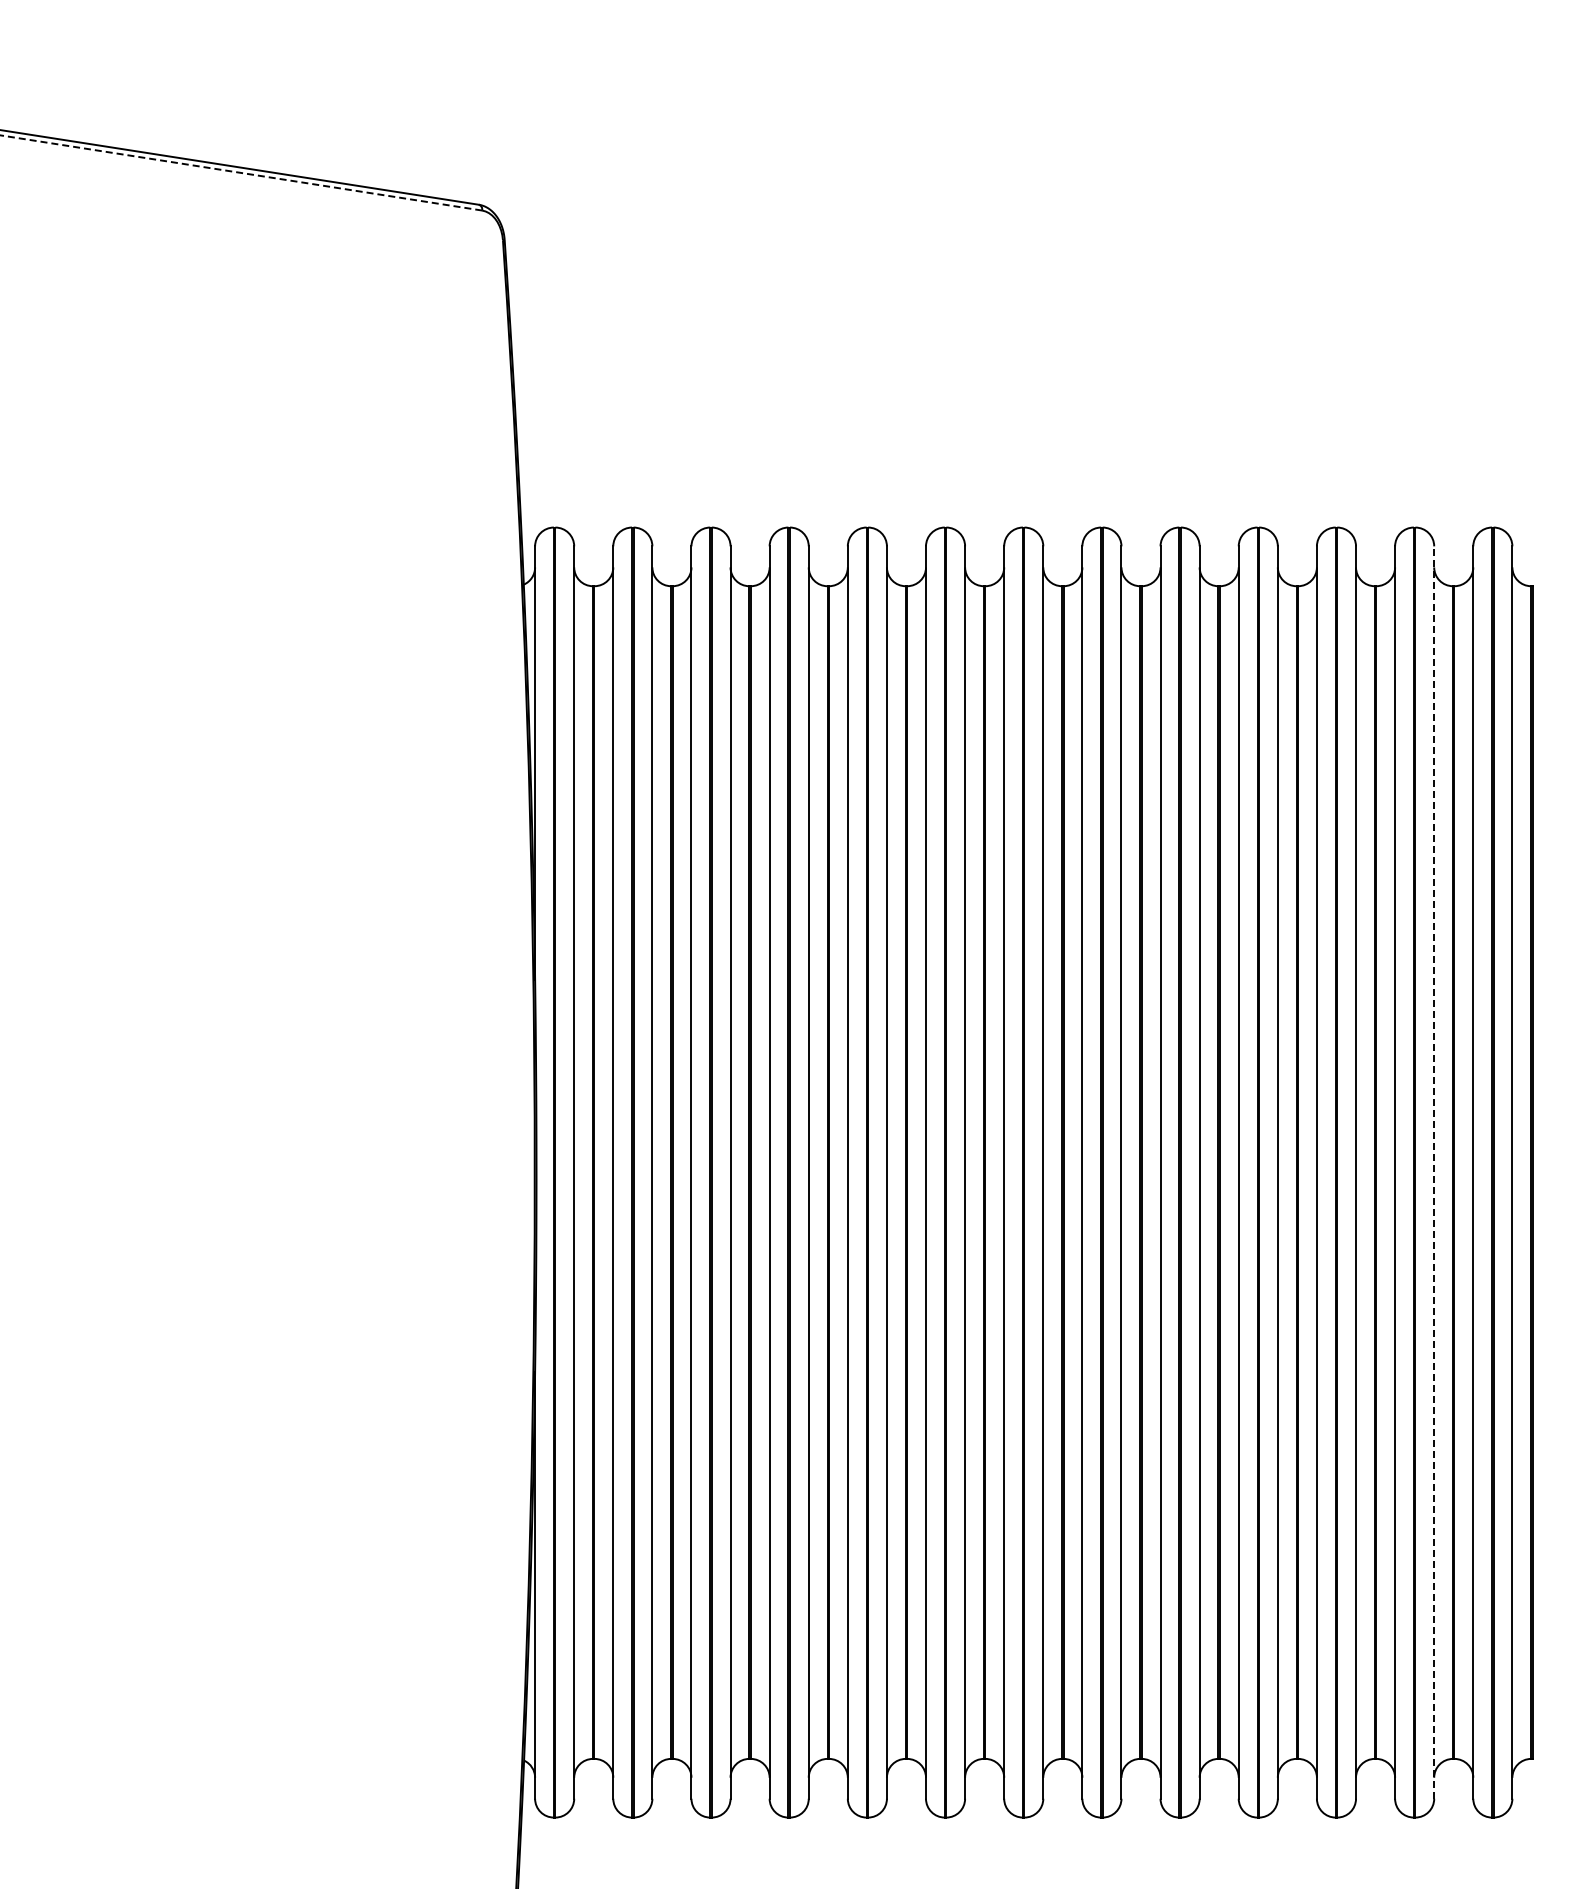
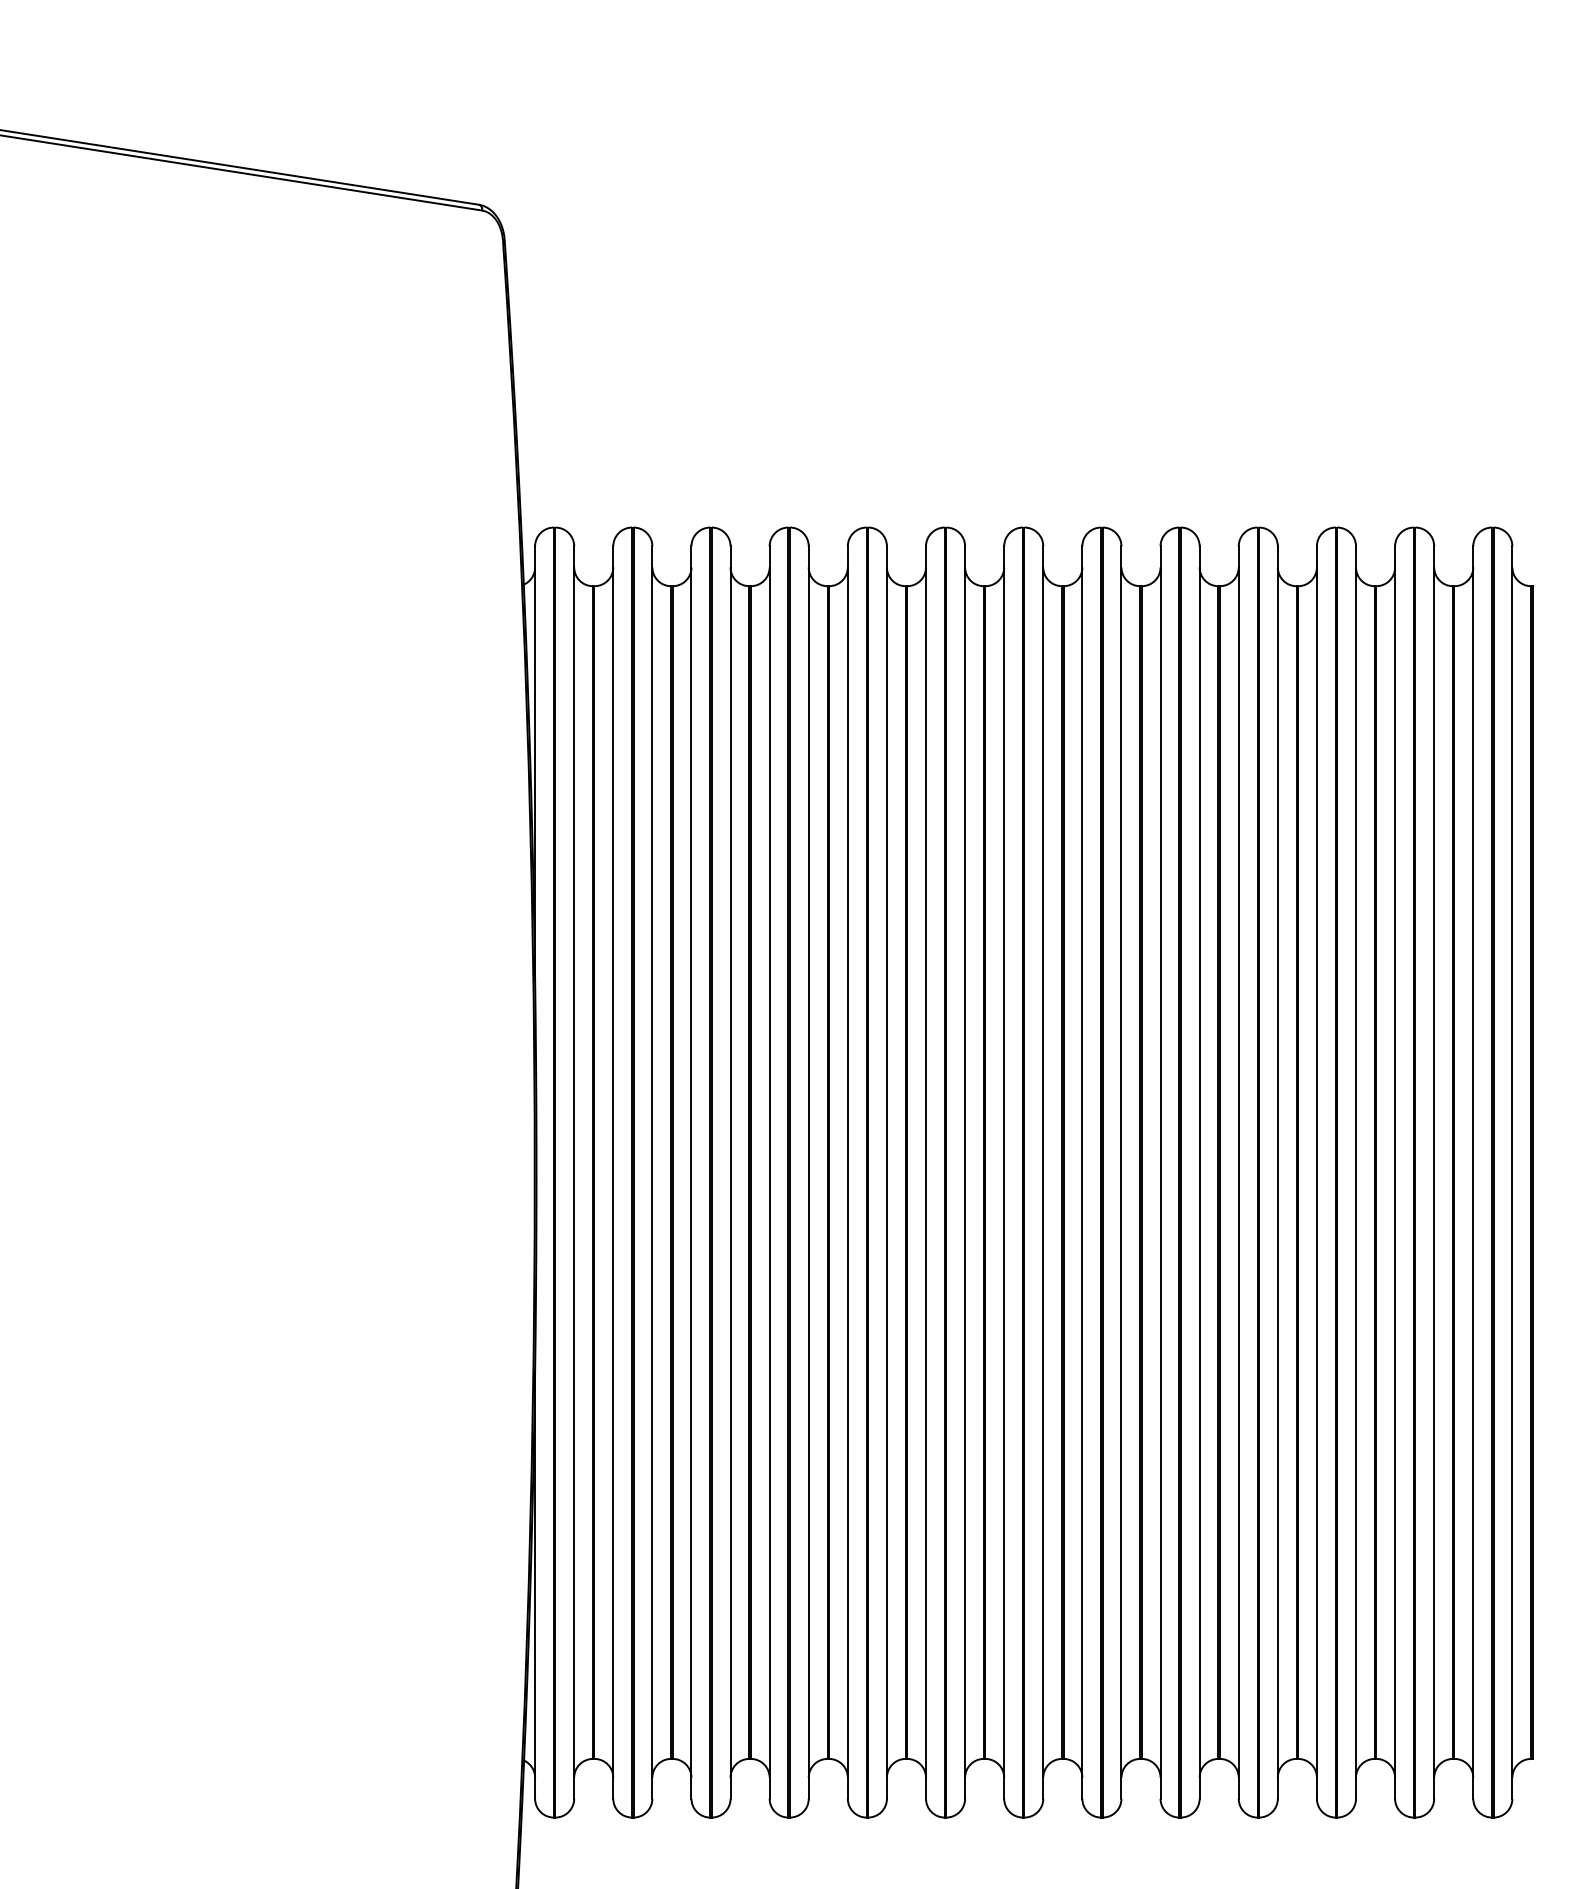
line at (241, 172): dashed -> solid
line at (1434, 1172): dashed -> solid
